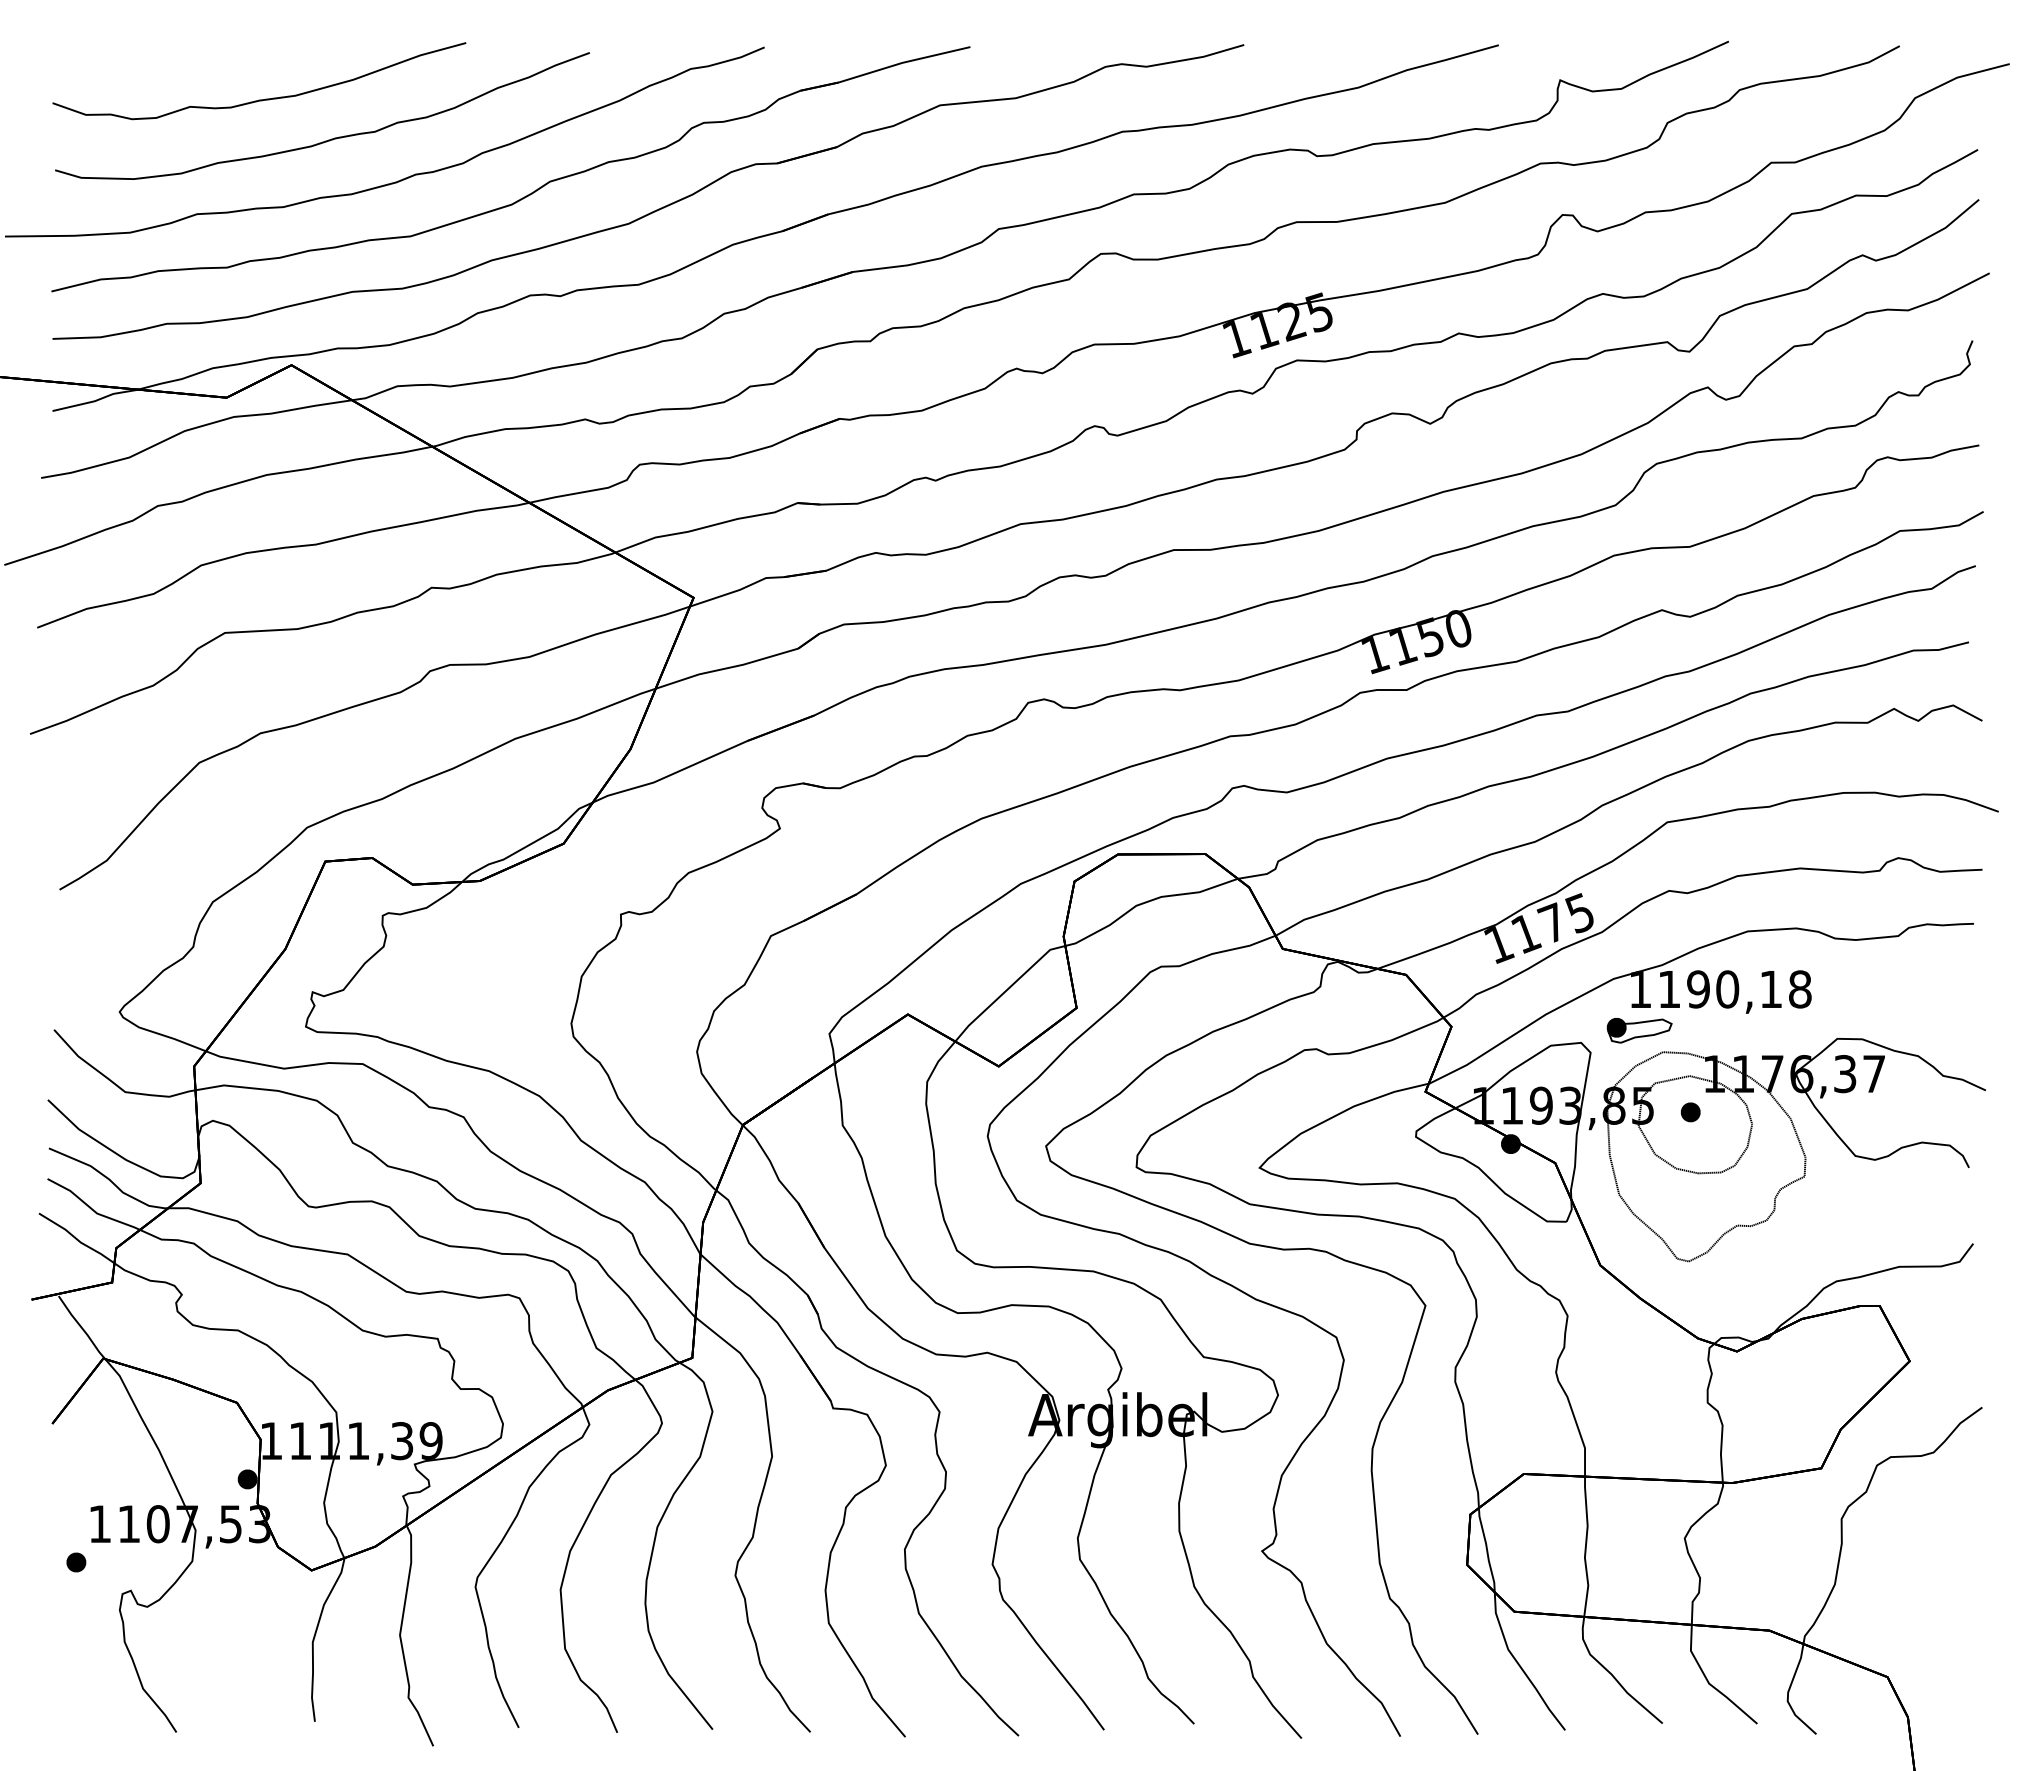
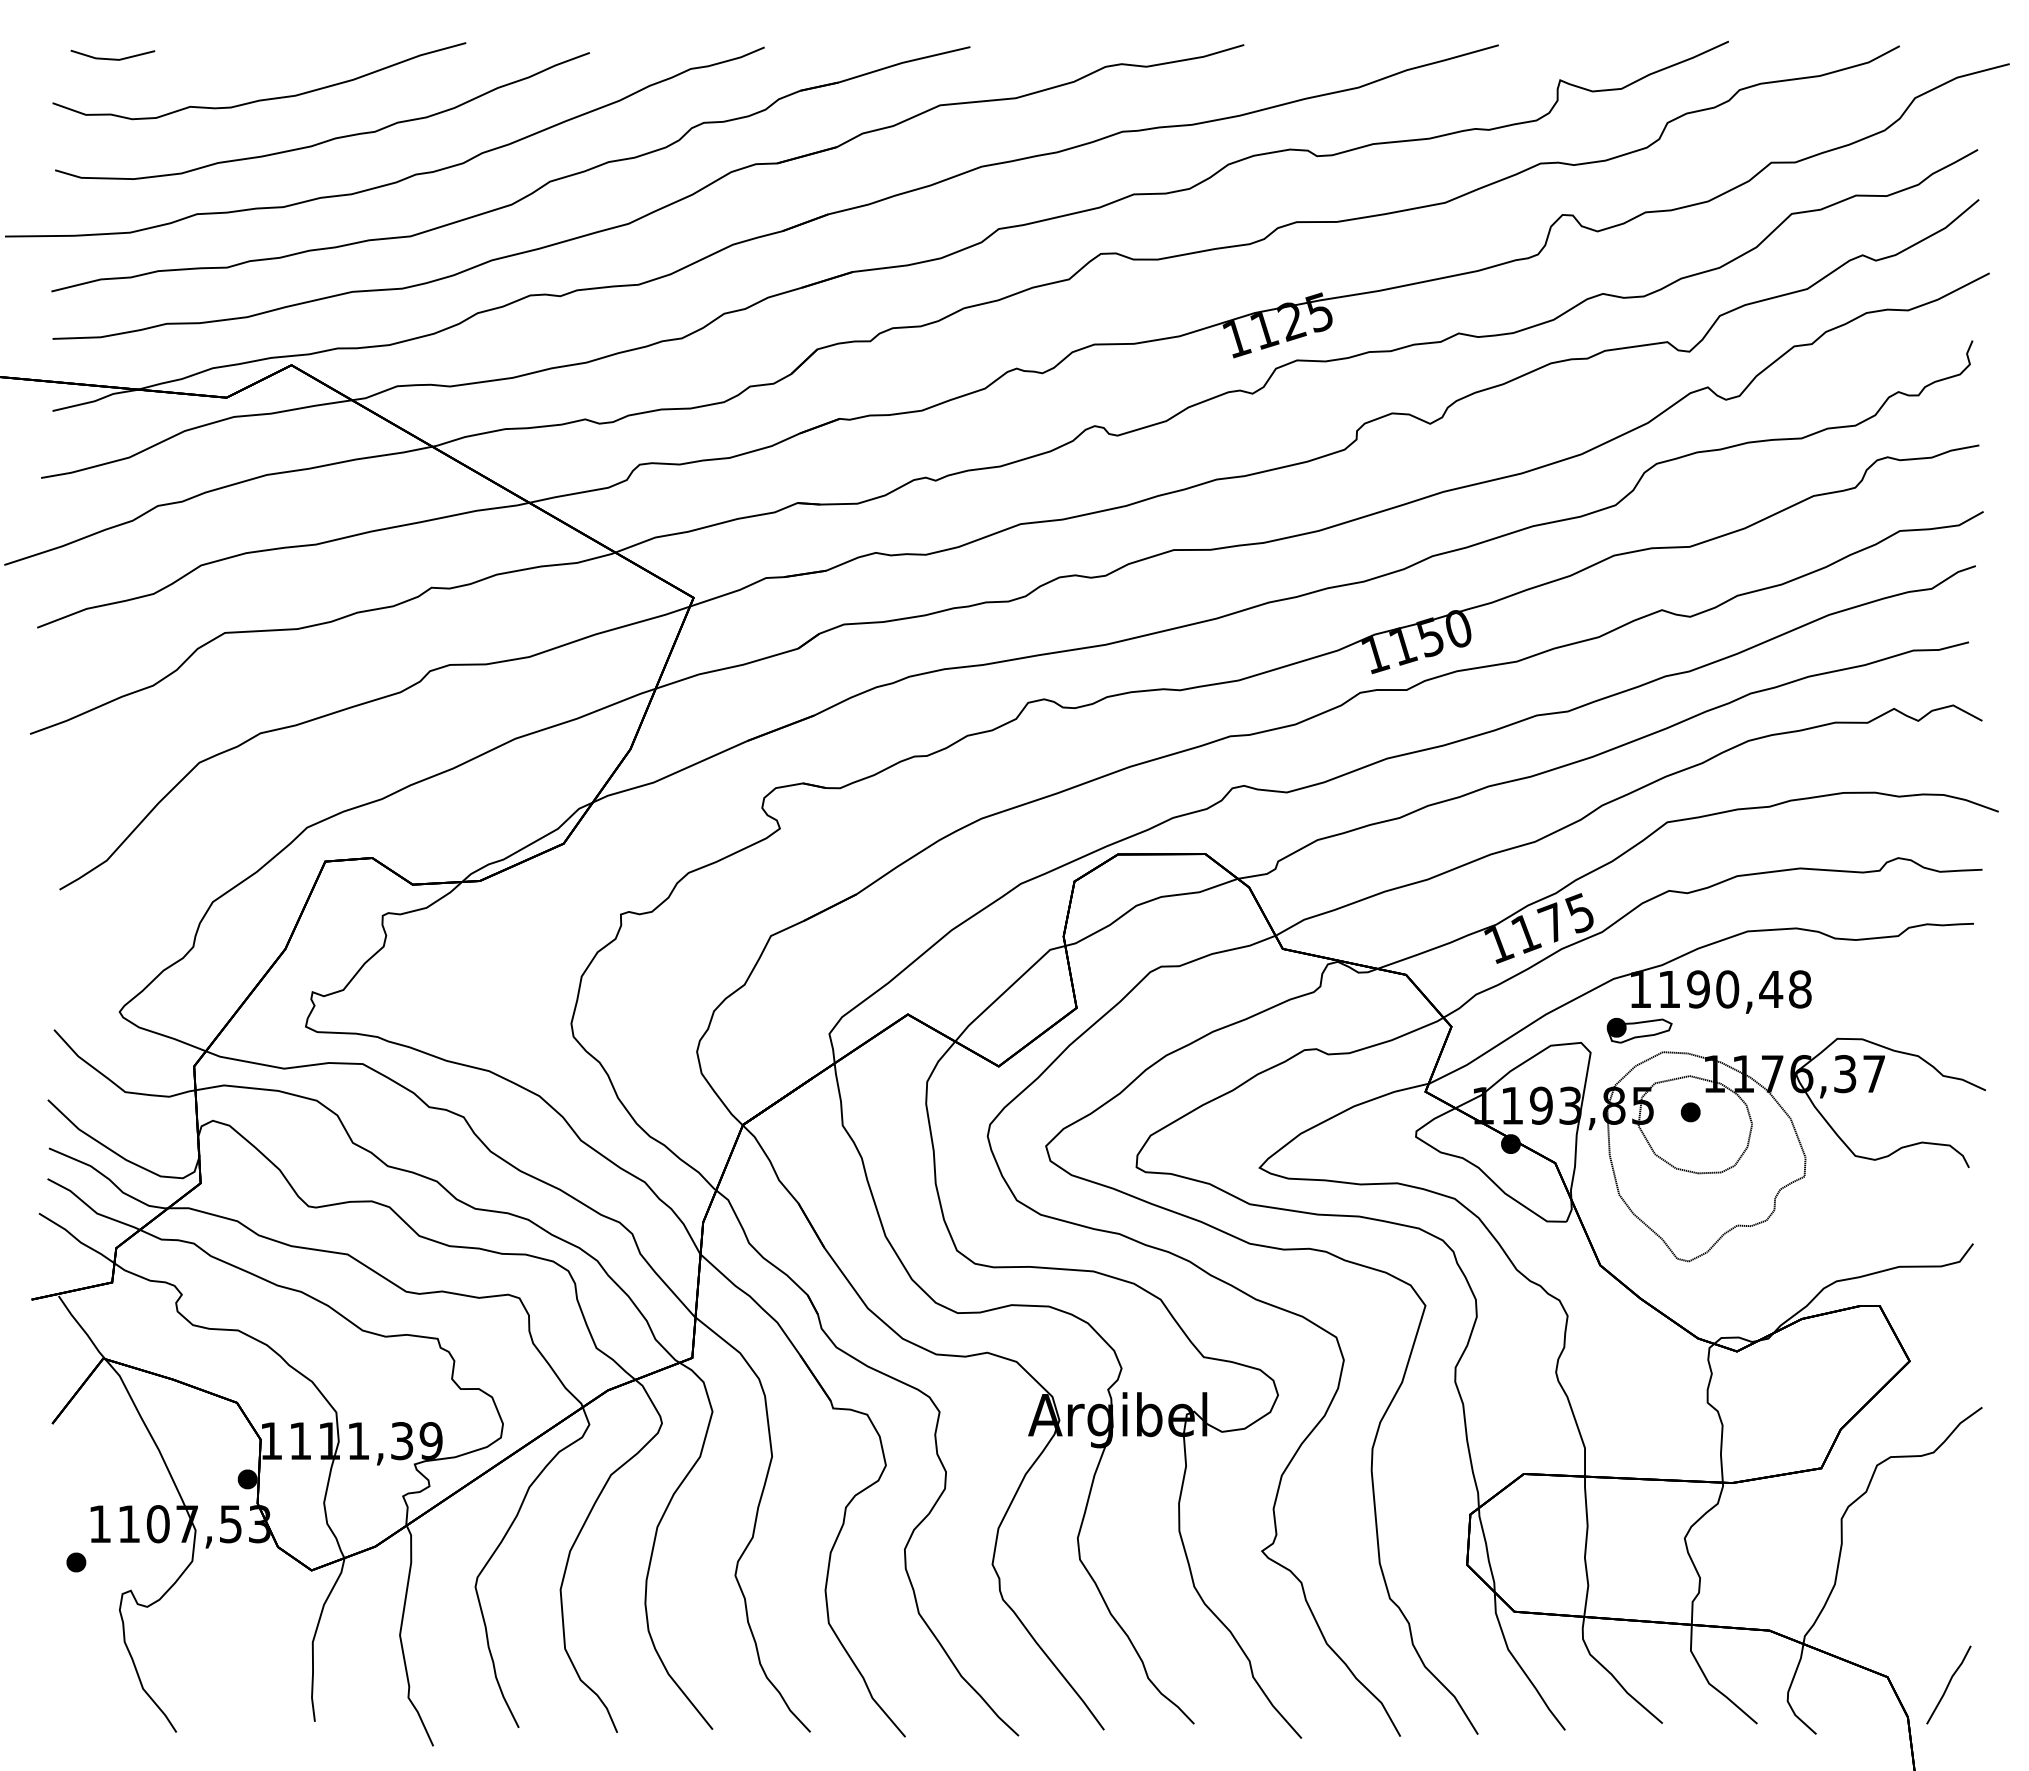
part at (112, 54): none -> present
text at (1771, 989): 1190,18 -> 1190,48
line at (1948, 1684): none -> present
